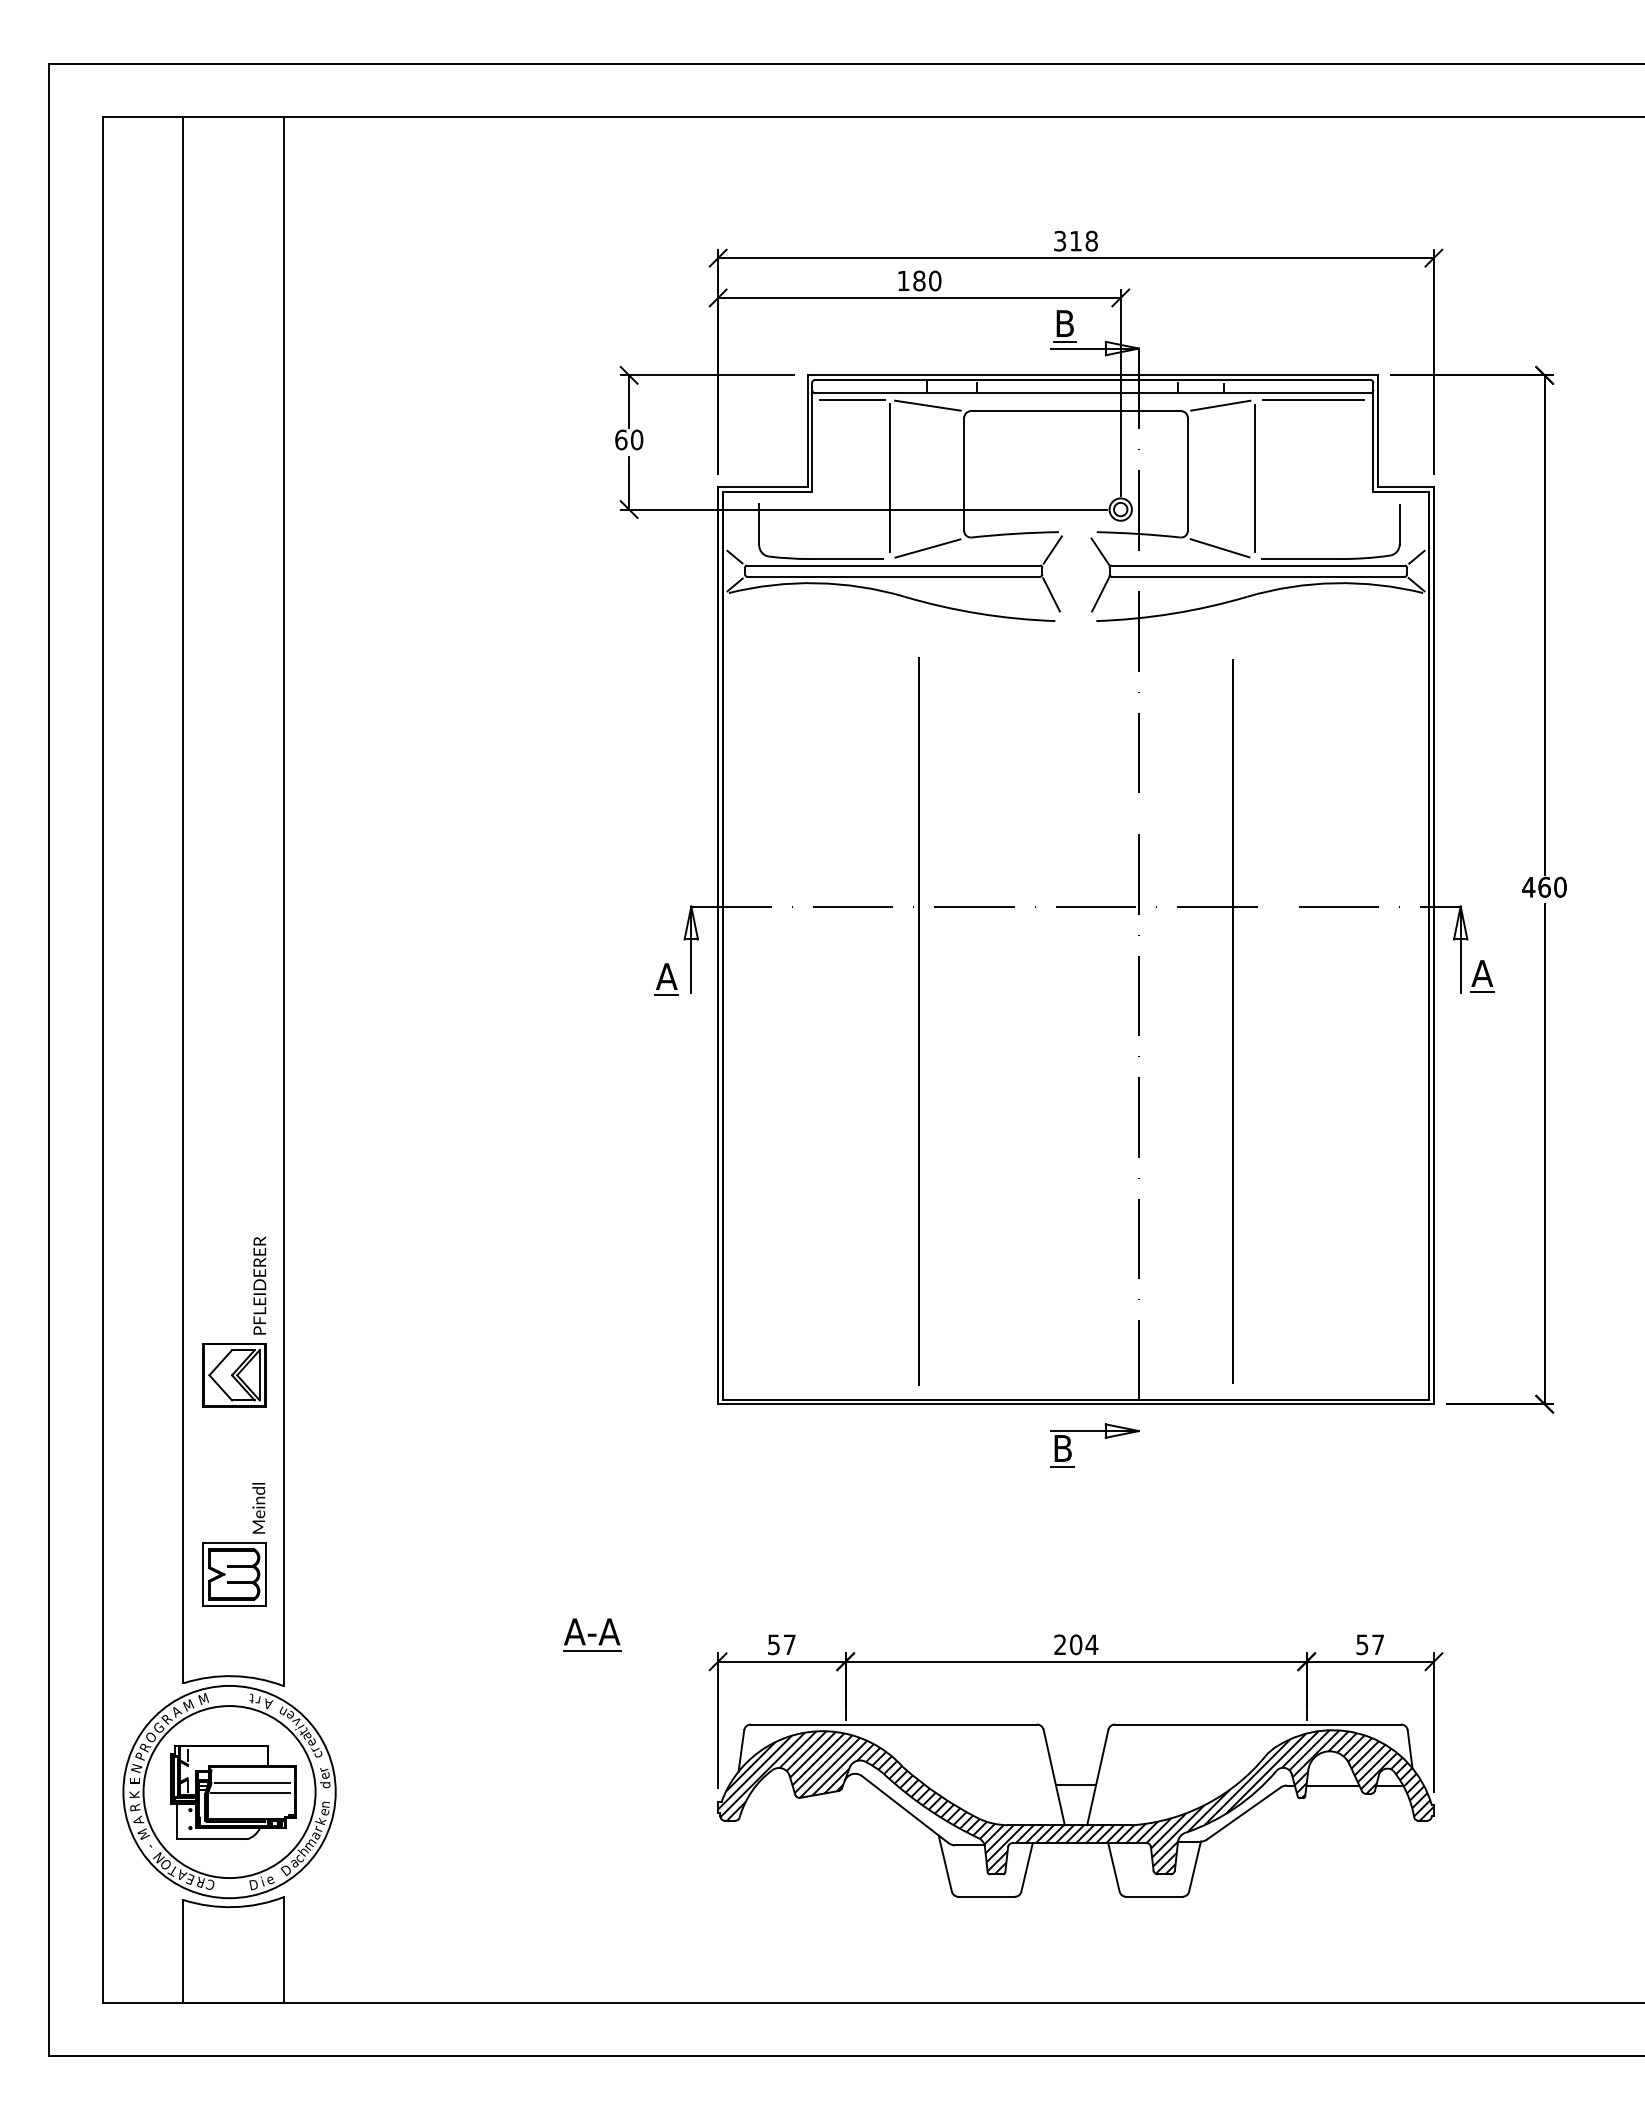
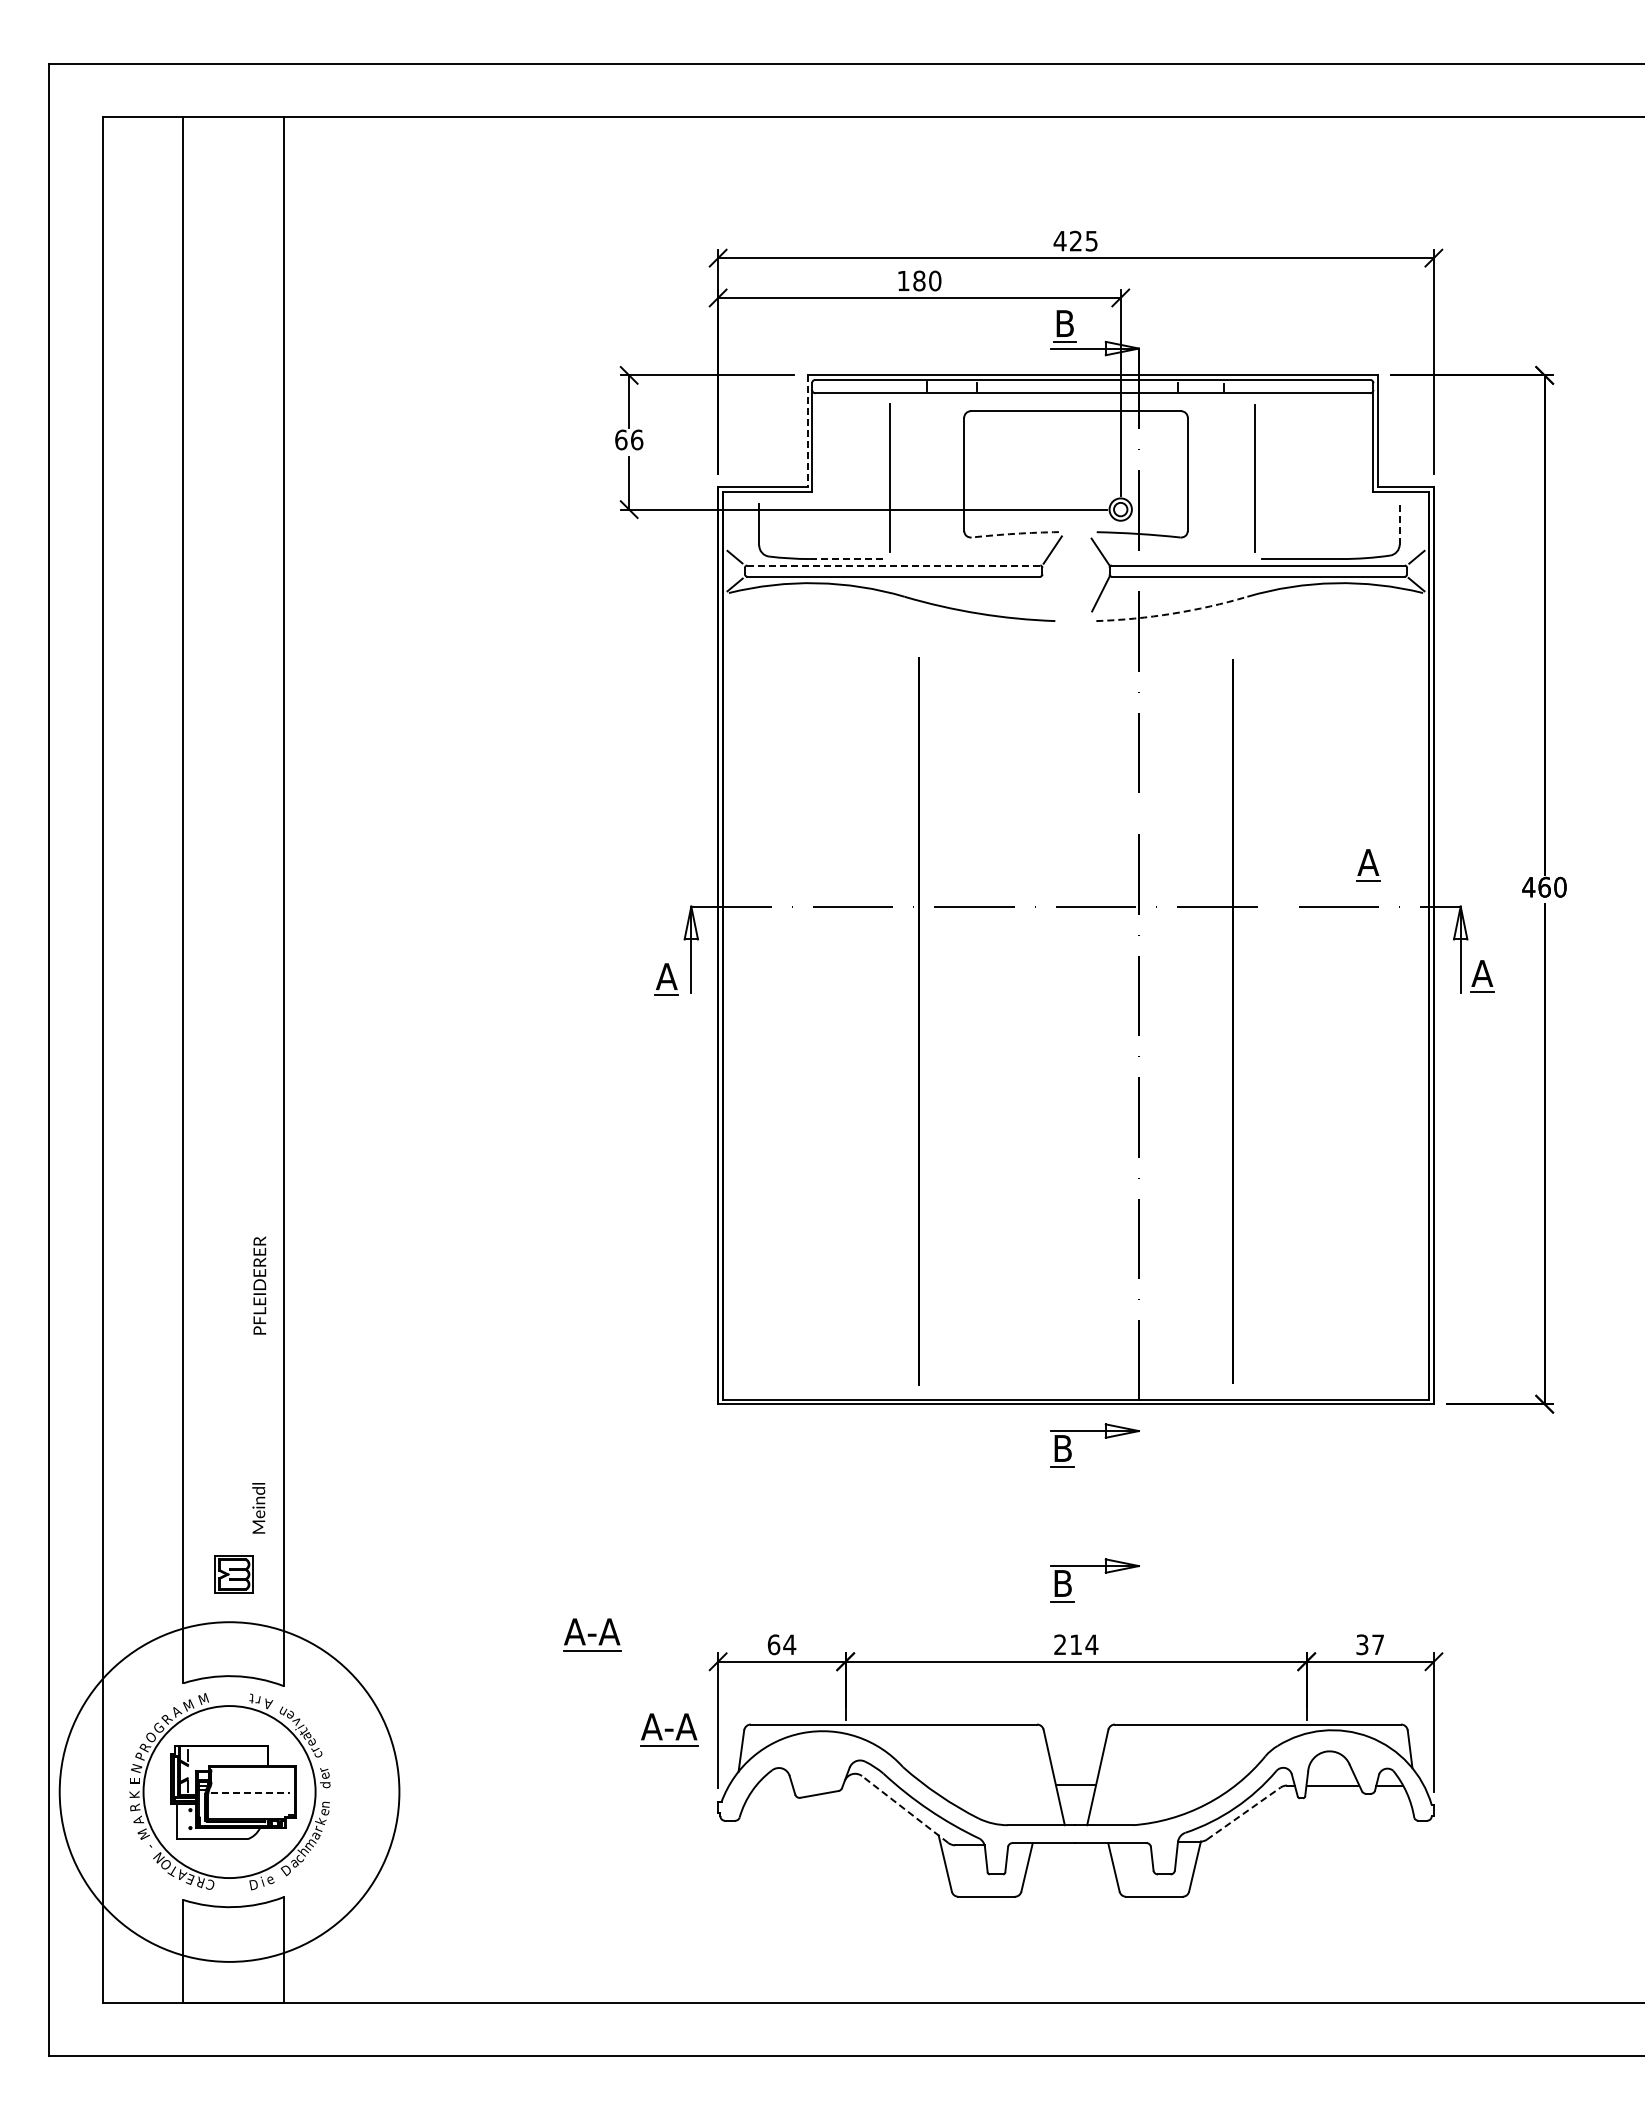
text at (1075, 240): 318 -> 425
line at (852, 400): present -> none
line at (1313, 400): present -> none
line at (927, 405): present -> none
line at (1220, 405): present -> none
line at (807, 431): solid -> dashed
text at (636, 439): 60 -> 66
line at (1399, 524): solid -> dashed
arc at (1015, 533): solid -> dashed
line at (927, 548): present -> none
line at (1219, 548): present -> none
line at (846, 559): solid -> dashed
line at (893, 565): solid -> dashed
line at (1051, 594): present -> none
arc at (1172, 613): solid -> dashed
part at (1368, 865): none -> present
part at (234, 1375): present -> none
part at (1104, 1572): none -> present
part at (234, 1574) size: 65x65 px -> 40x39 px
text at (781, 1644): 57 -> 64
text at (1076, 1644): 204 -> 214
text at (1362, 1644): 57 -> 37
part at (669, 1729): none -> present
line at (252, 1783): present -> none
circle at (229, 1791) diameter: 212 px -> 340 px
line at (250, 1793): solid -> dashed
hatch at (1075, 1802): present -> none
line at (905, 1809): solid -> dashed
line at (1244, 1813): solid -> dashed
